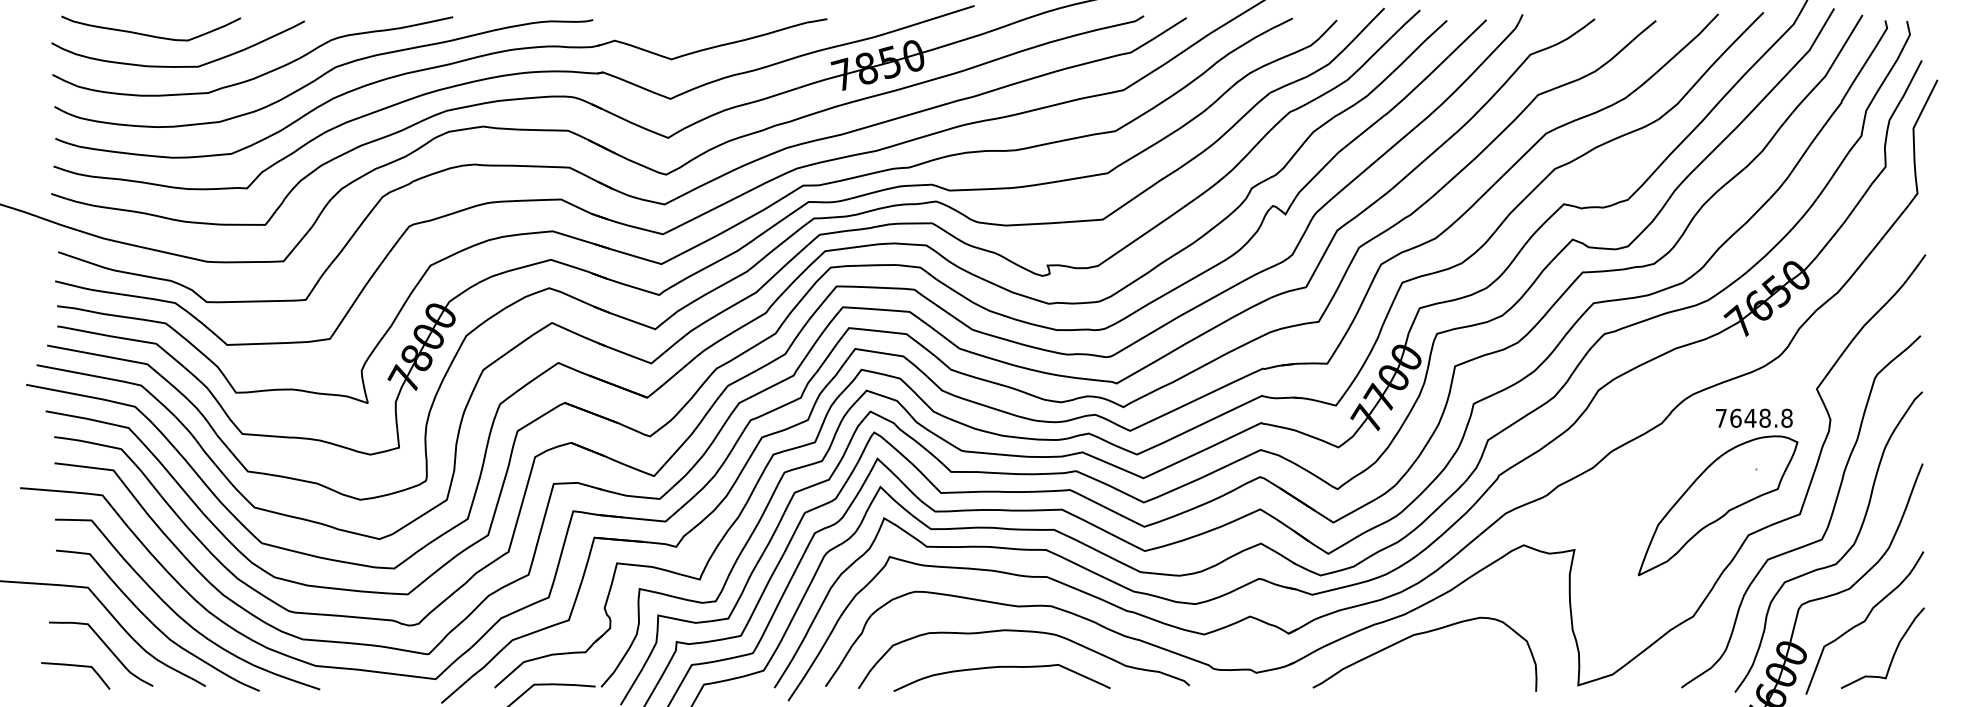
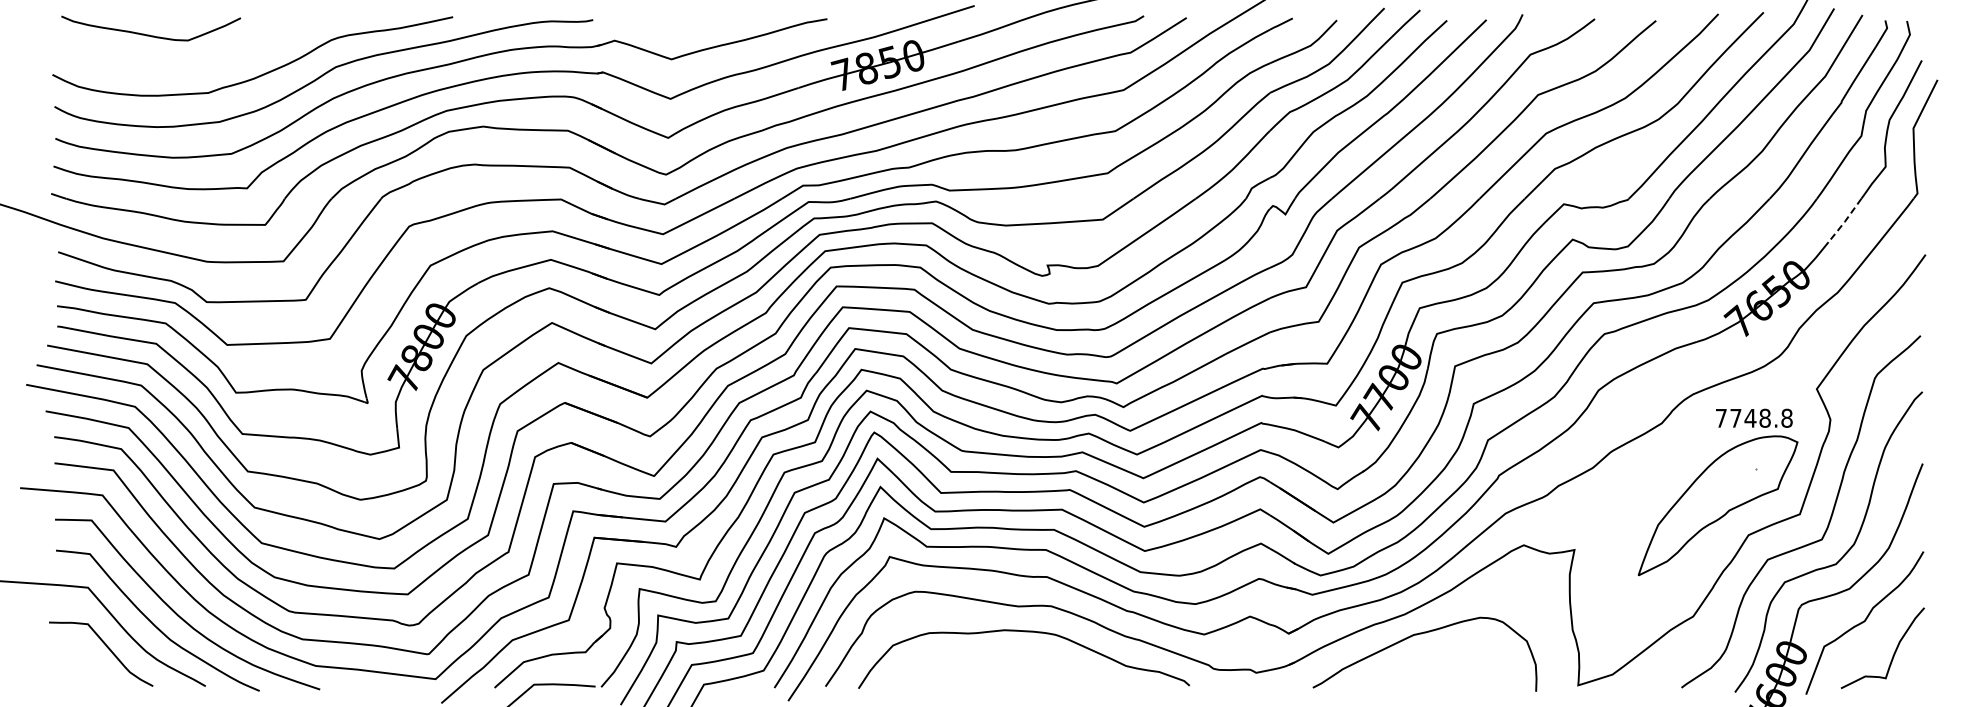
curve at (177, 66): present -> none
line at (1844, 221): solid -> dashed
text at (1735, 417): 7648.8 -> 7748.8
curve at (75, 666): present -> none
curve at (1001, 667): present -> none
